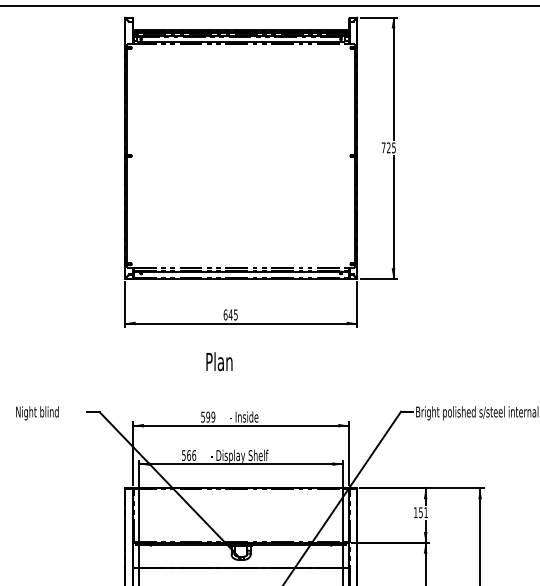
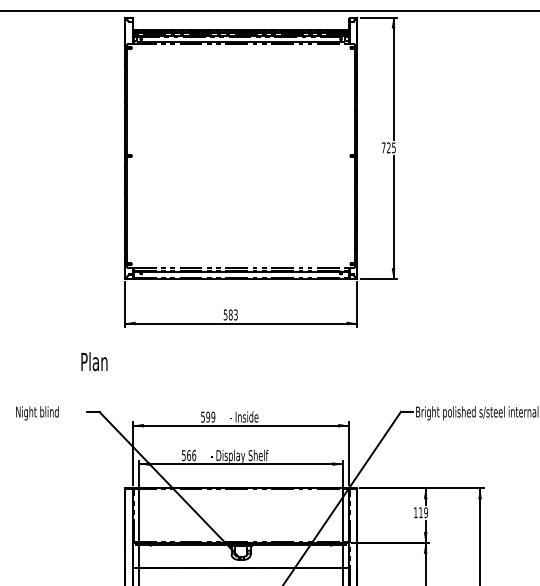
line at (269, 6) position: (269, 6) -> (269, 11)
text at (230, 314): 645 -> 583
text at (219, 361) position: (219, 361) -> (94, 361)
text at (423, 512): 151 -> 119
